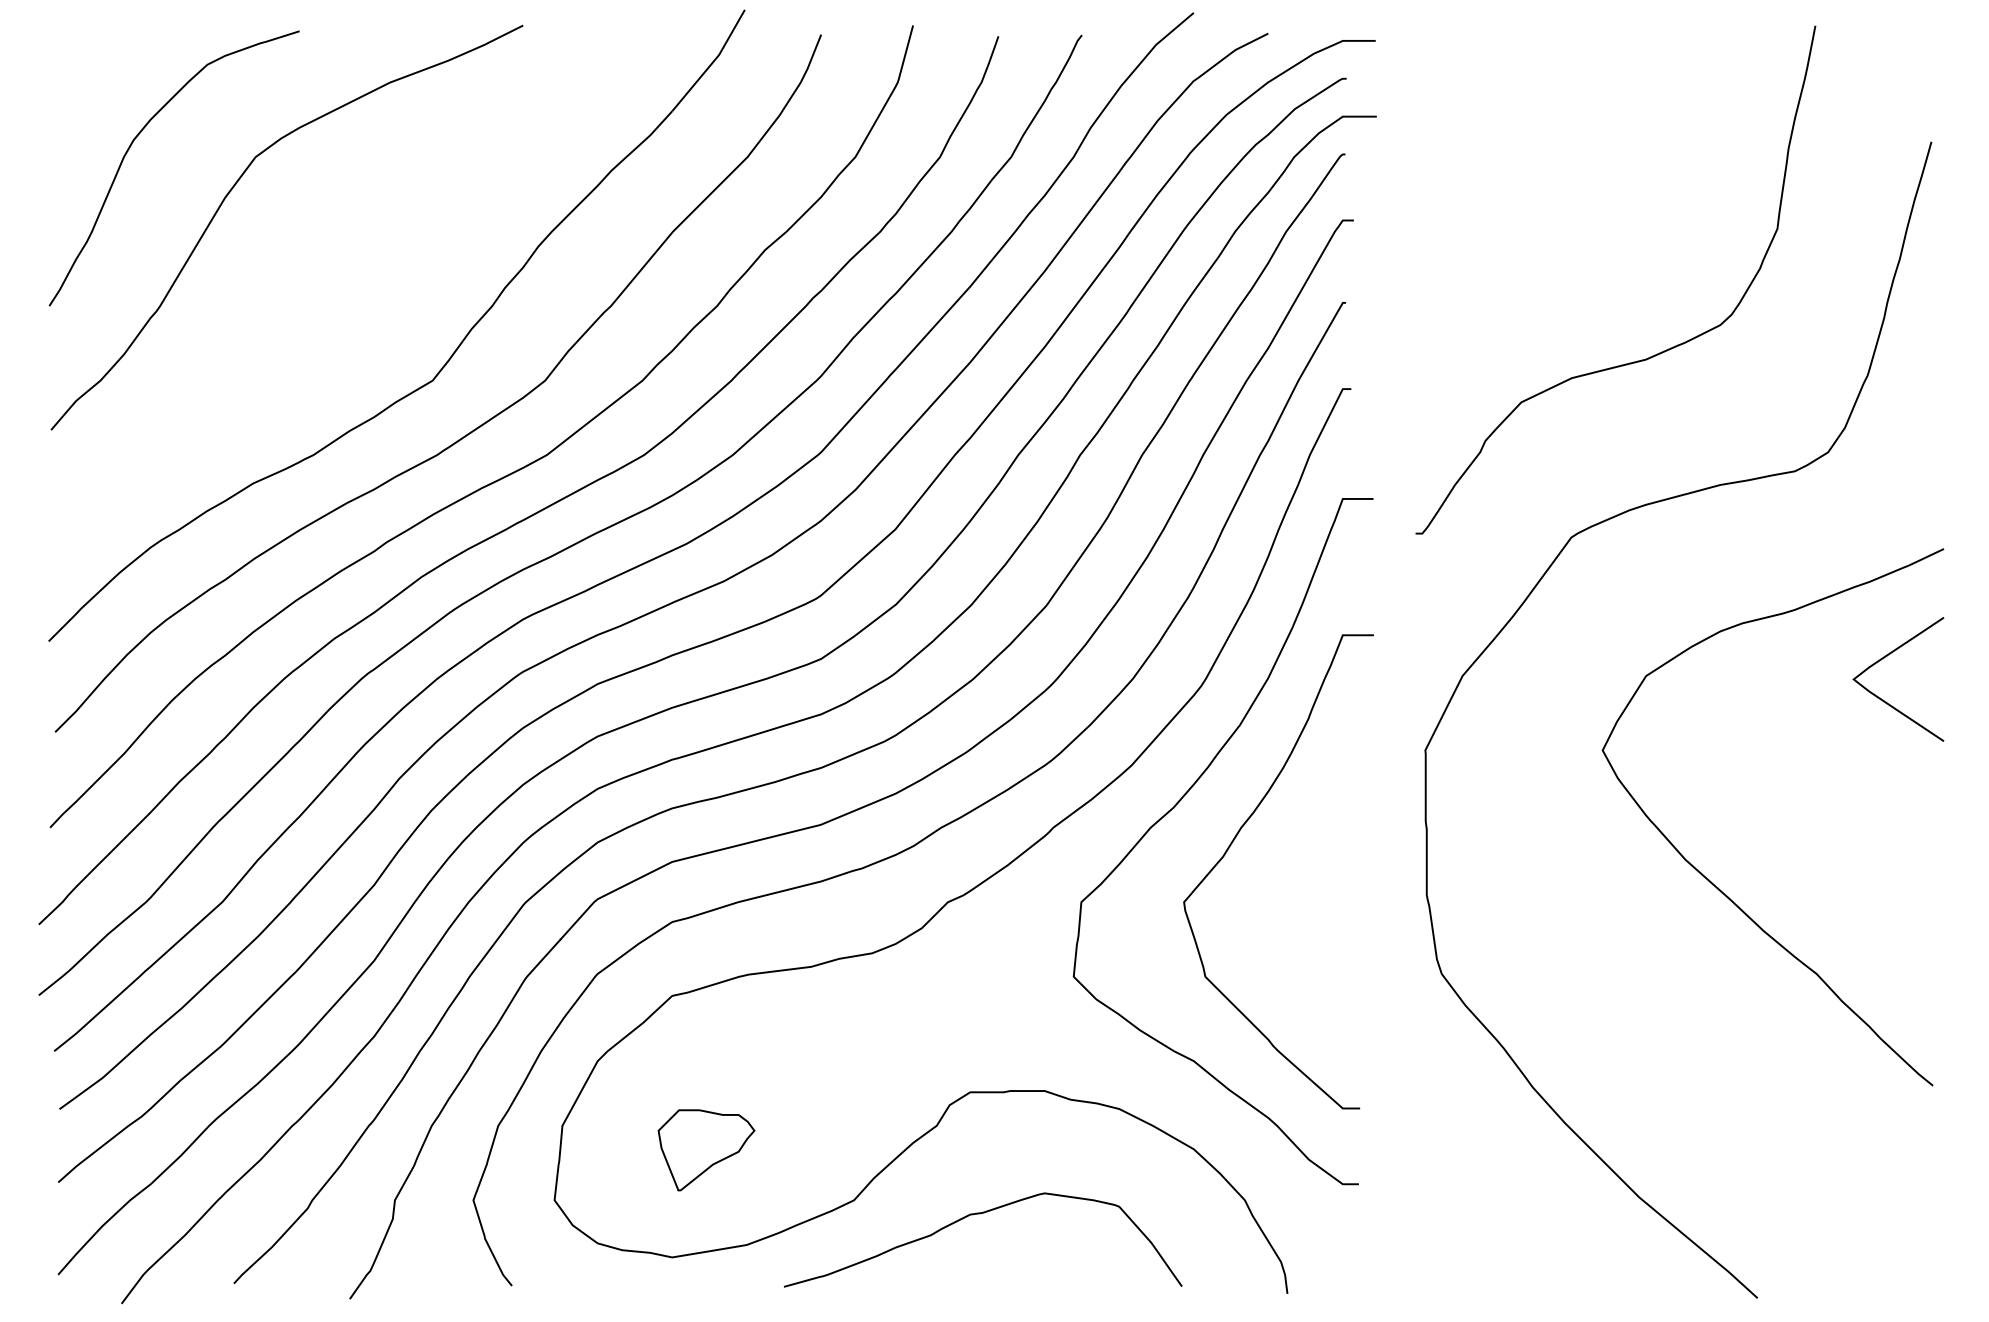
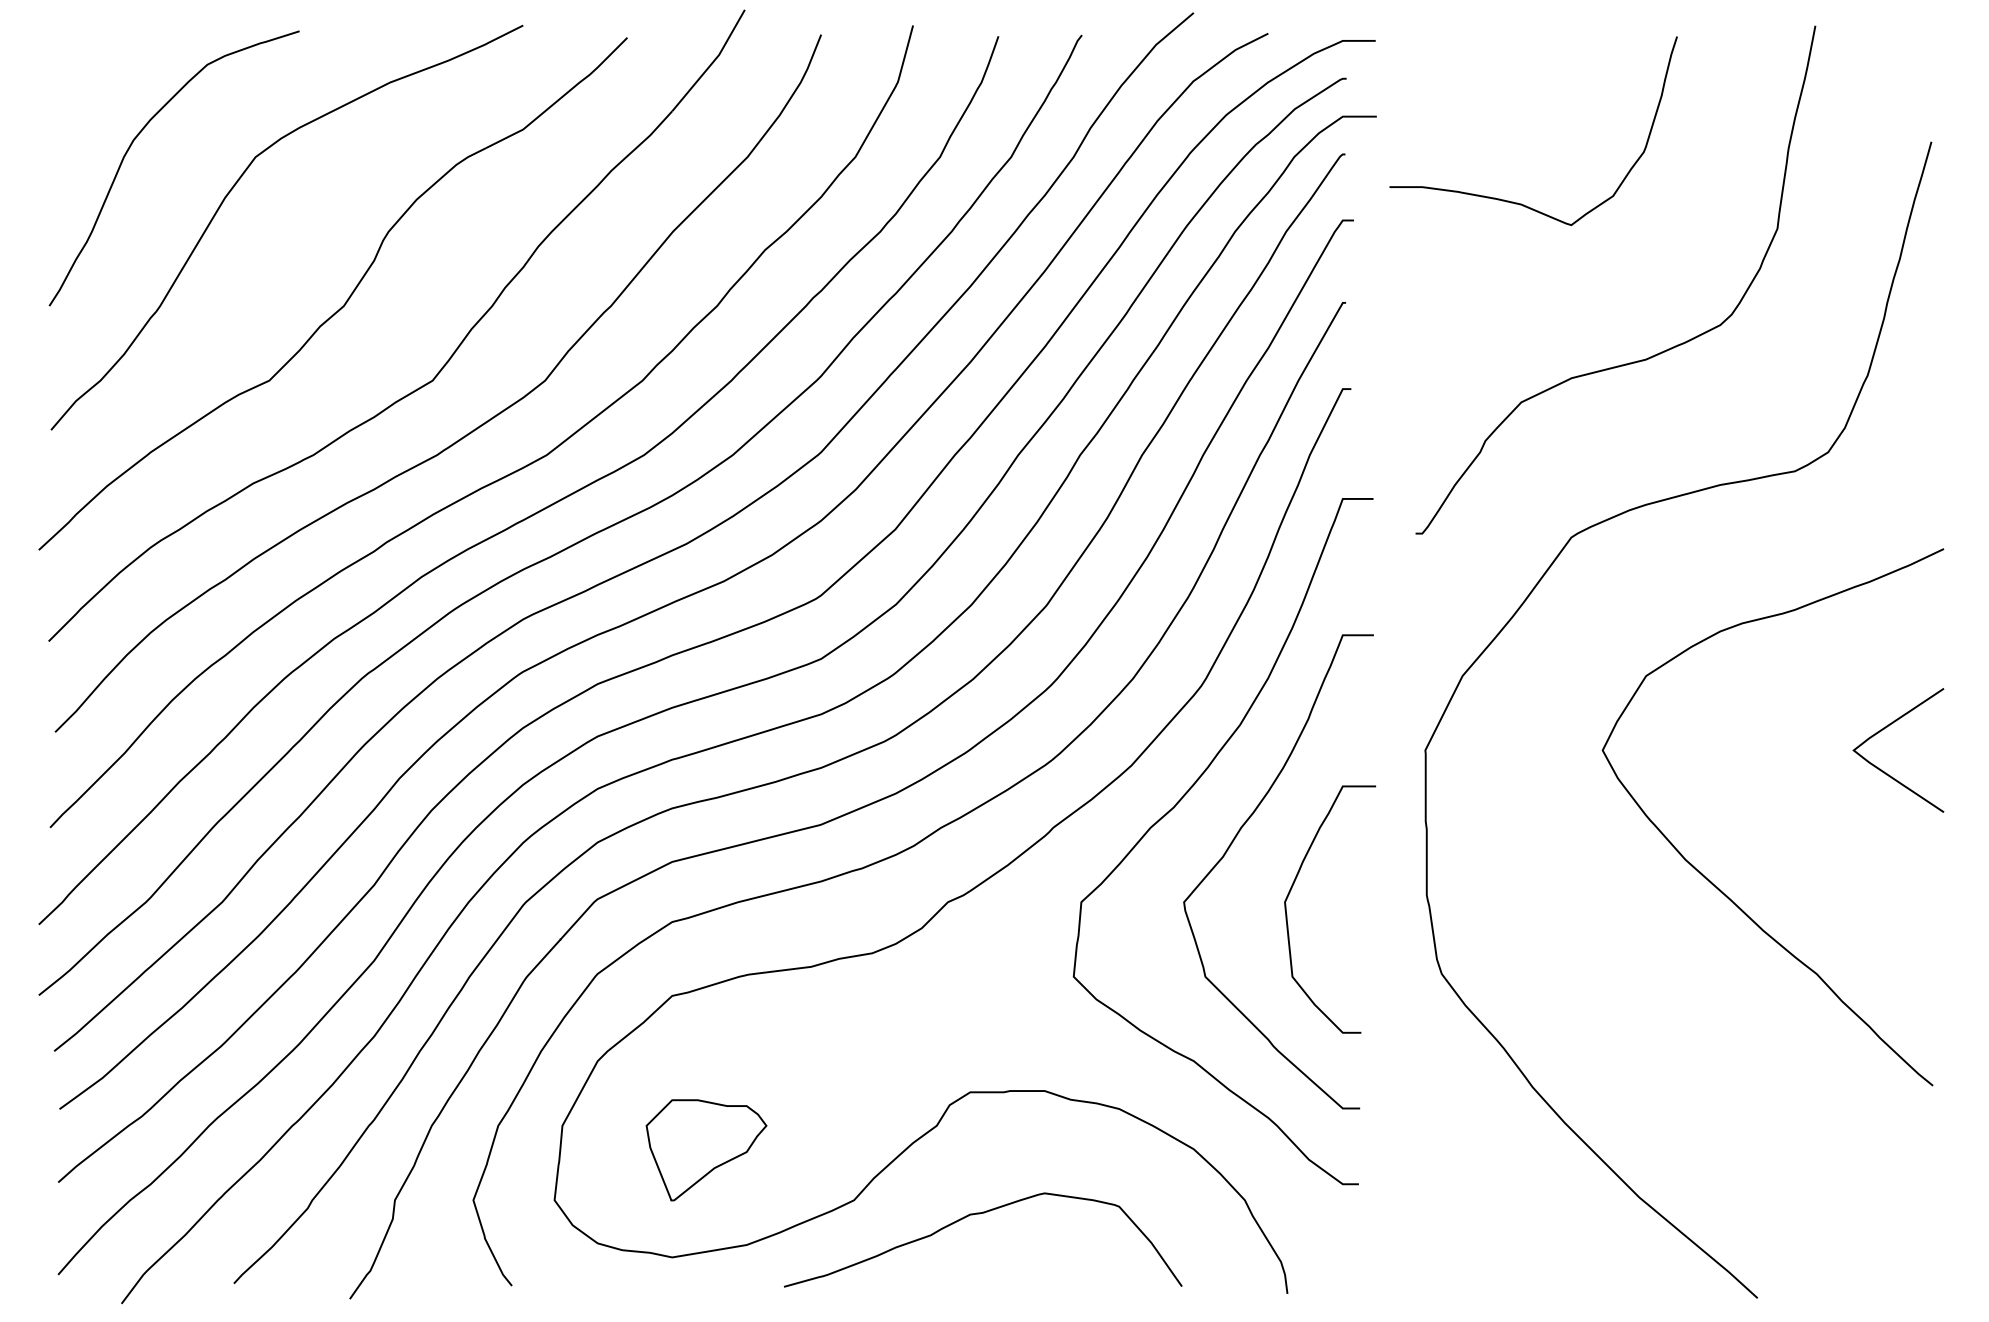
curve at (1517, 202): none -> present
part at (345, 301): none -> present
curve at (1883, 699) position: (1883, 699) -> (1883, 770)
curve at (1287, 914): none -> present
part at (706, 1150) size: 99x83 px -> 123x103 px
